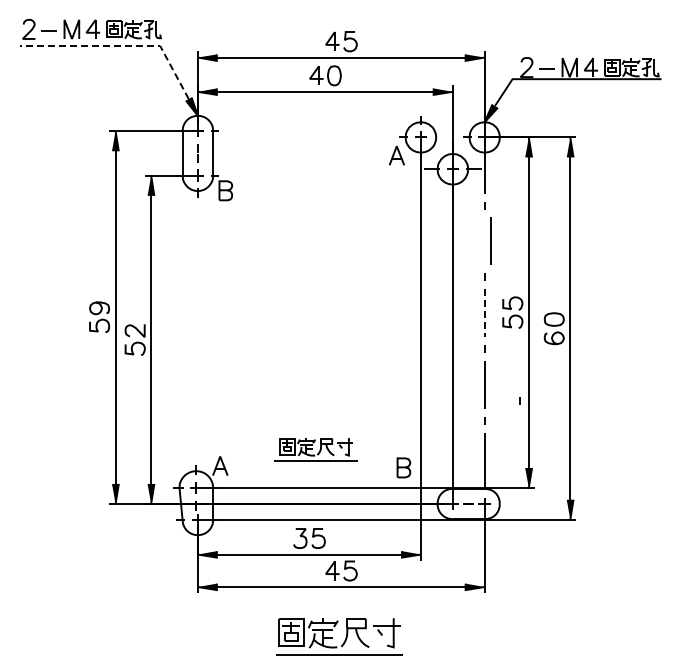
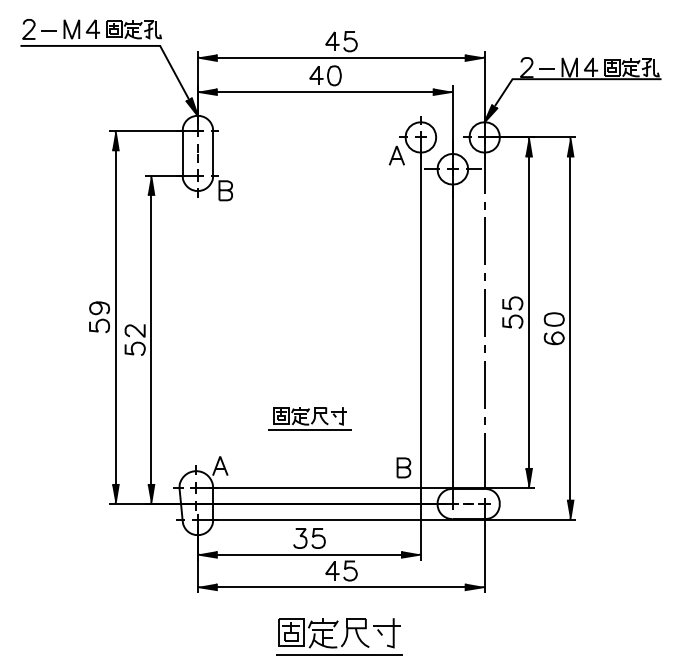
line at (121, 45): dashed -> solid
line at (490, 240) position: (490, 240) -> (484, 240)
line at (484, 313): dashed -> solid
line at (519, 400): present -> none
part at (315, 449) position: (315, 449) -> (309, 418)
